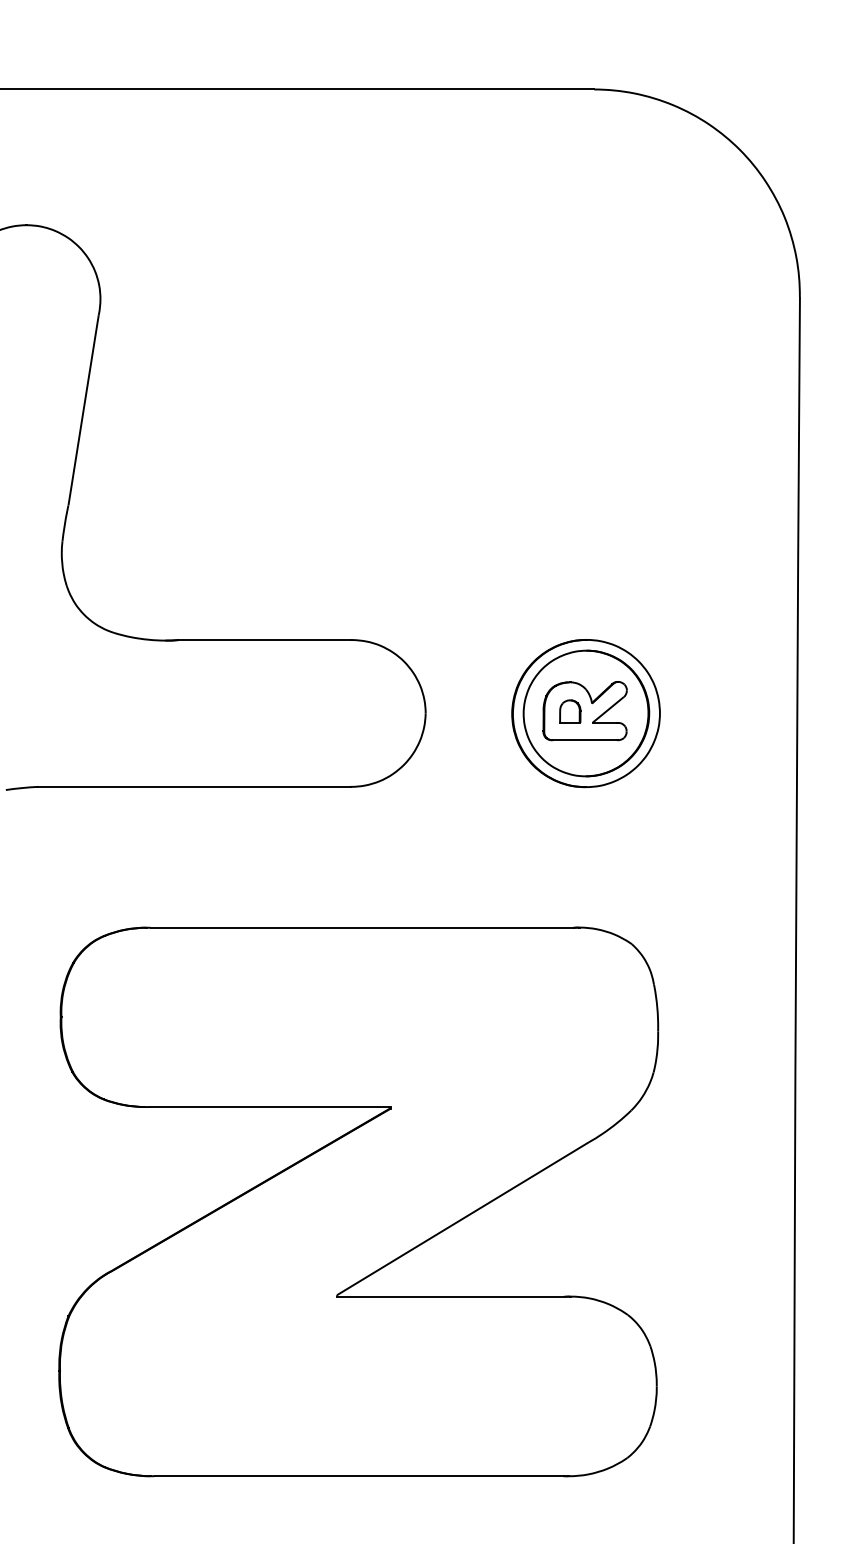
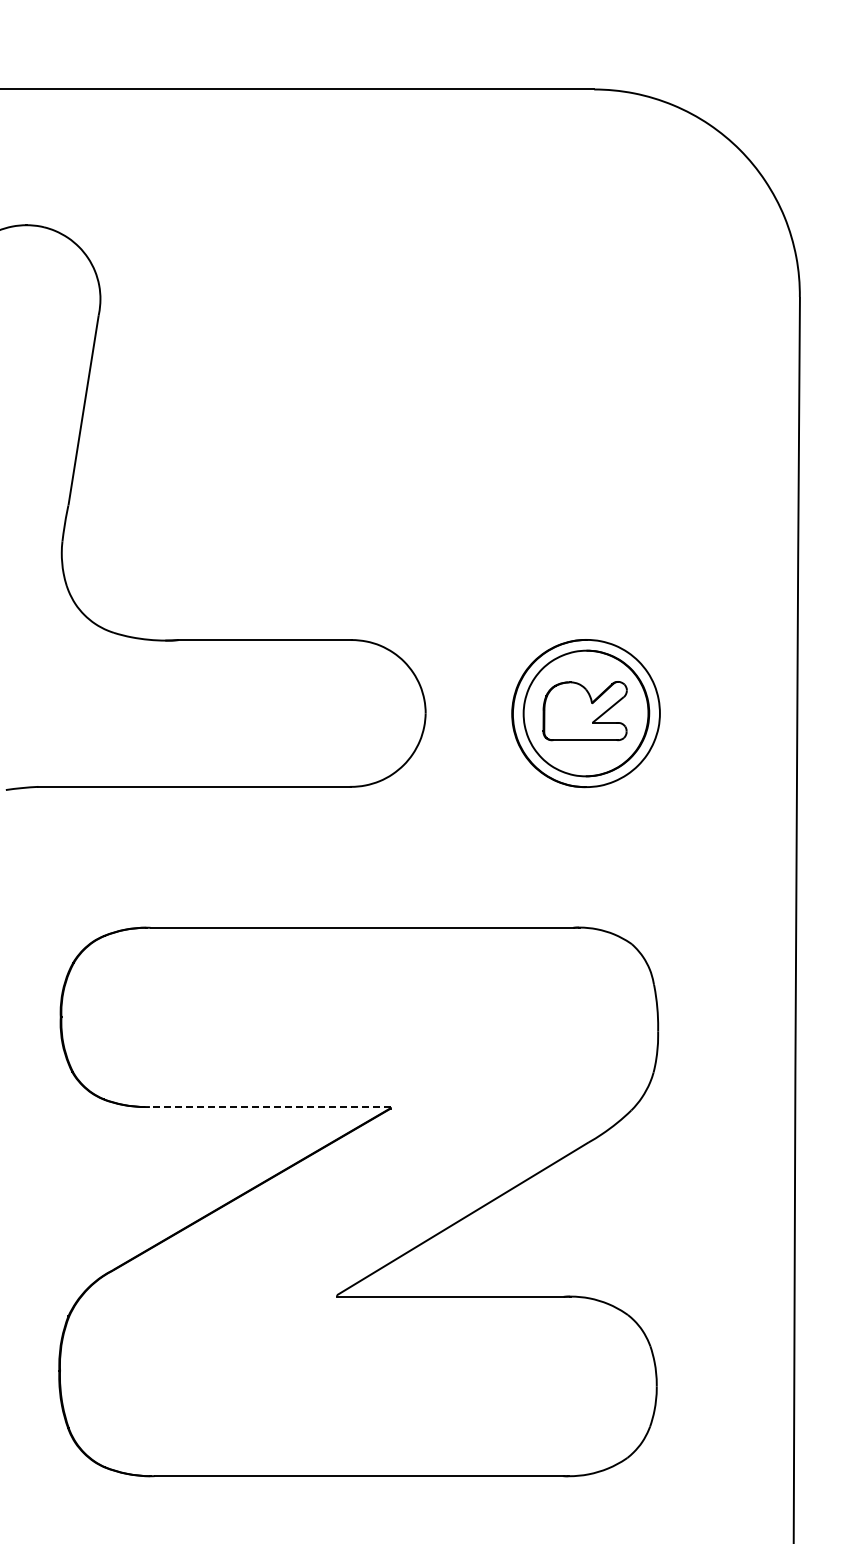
part at (570, 711): present -> none
line at (269, 1107): solid -> dashed
